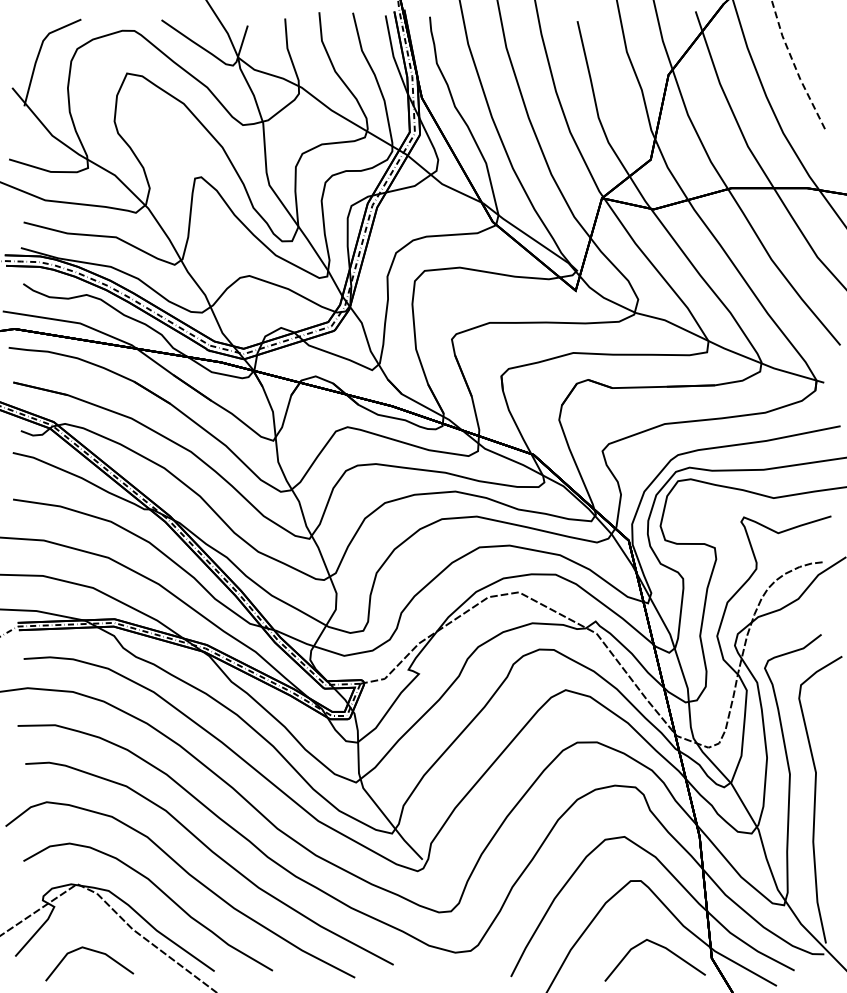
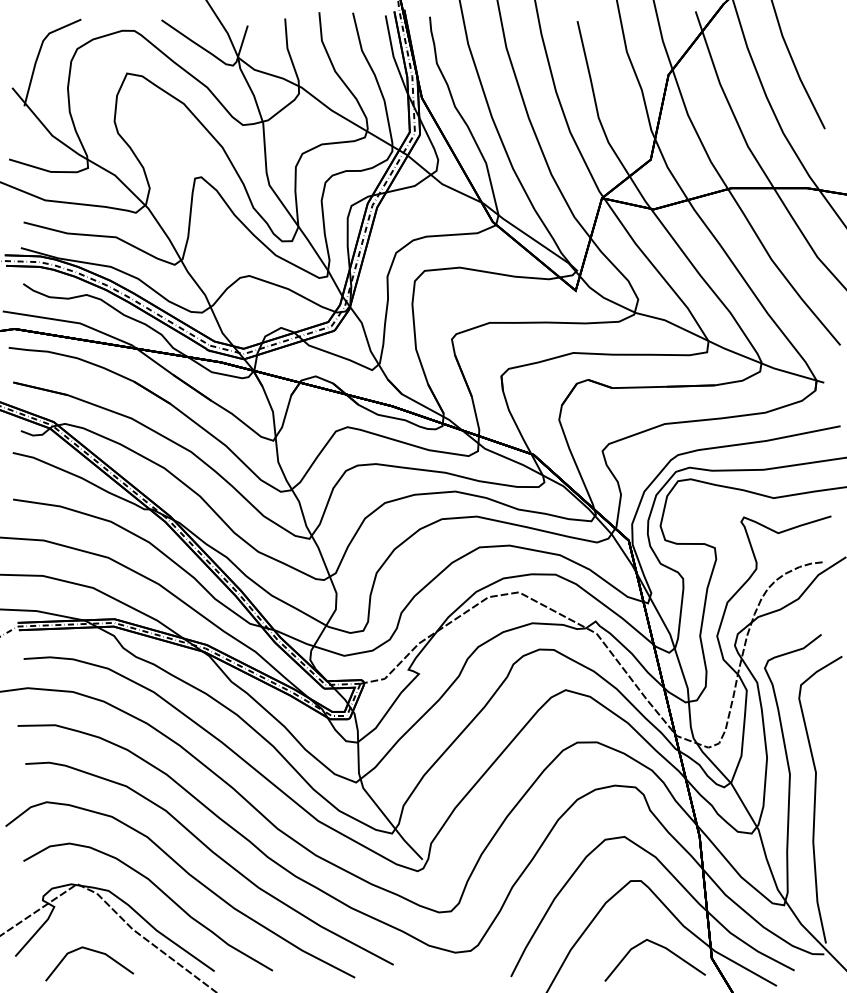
line at (794, 65): dashed -> solid
